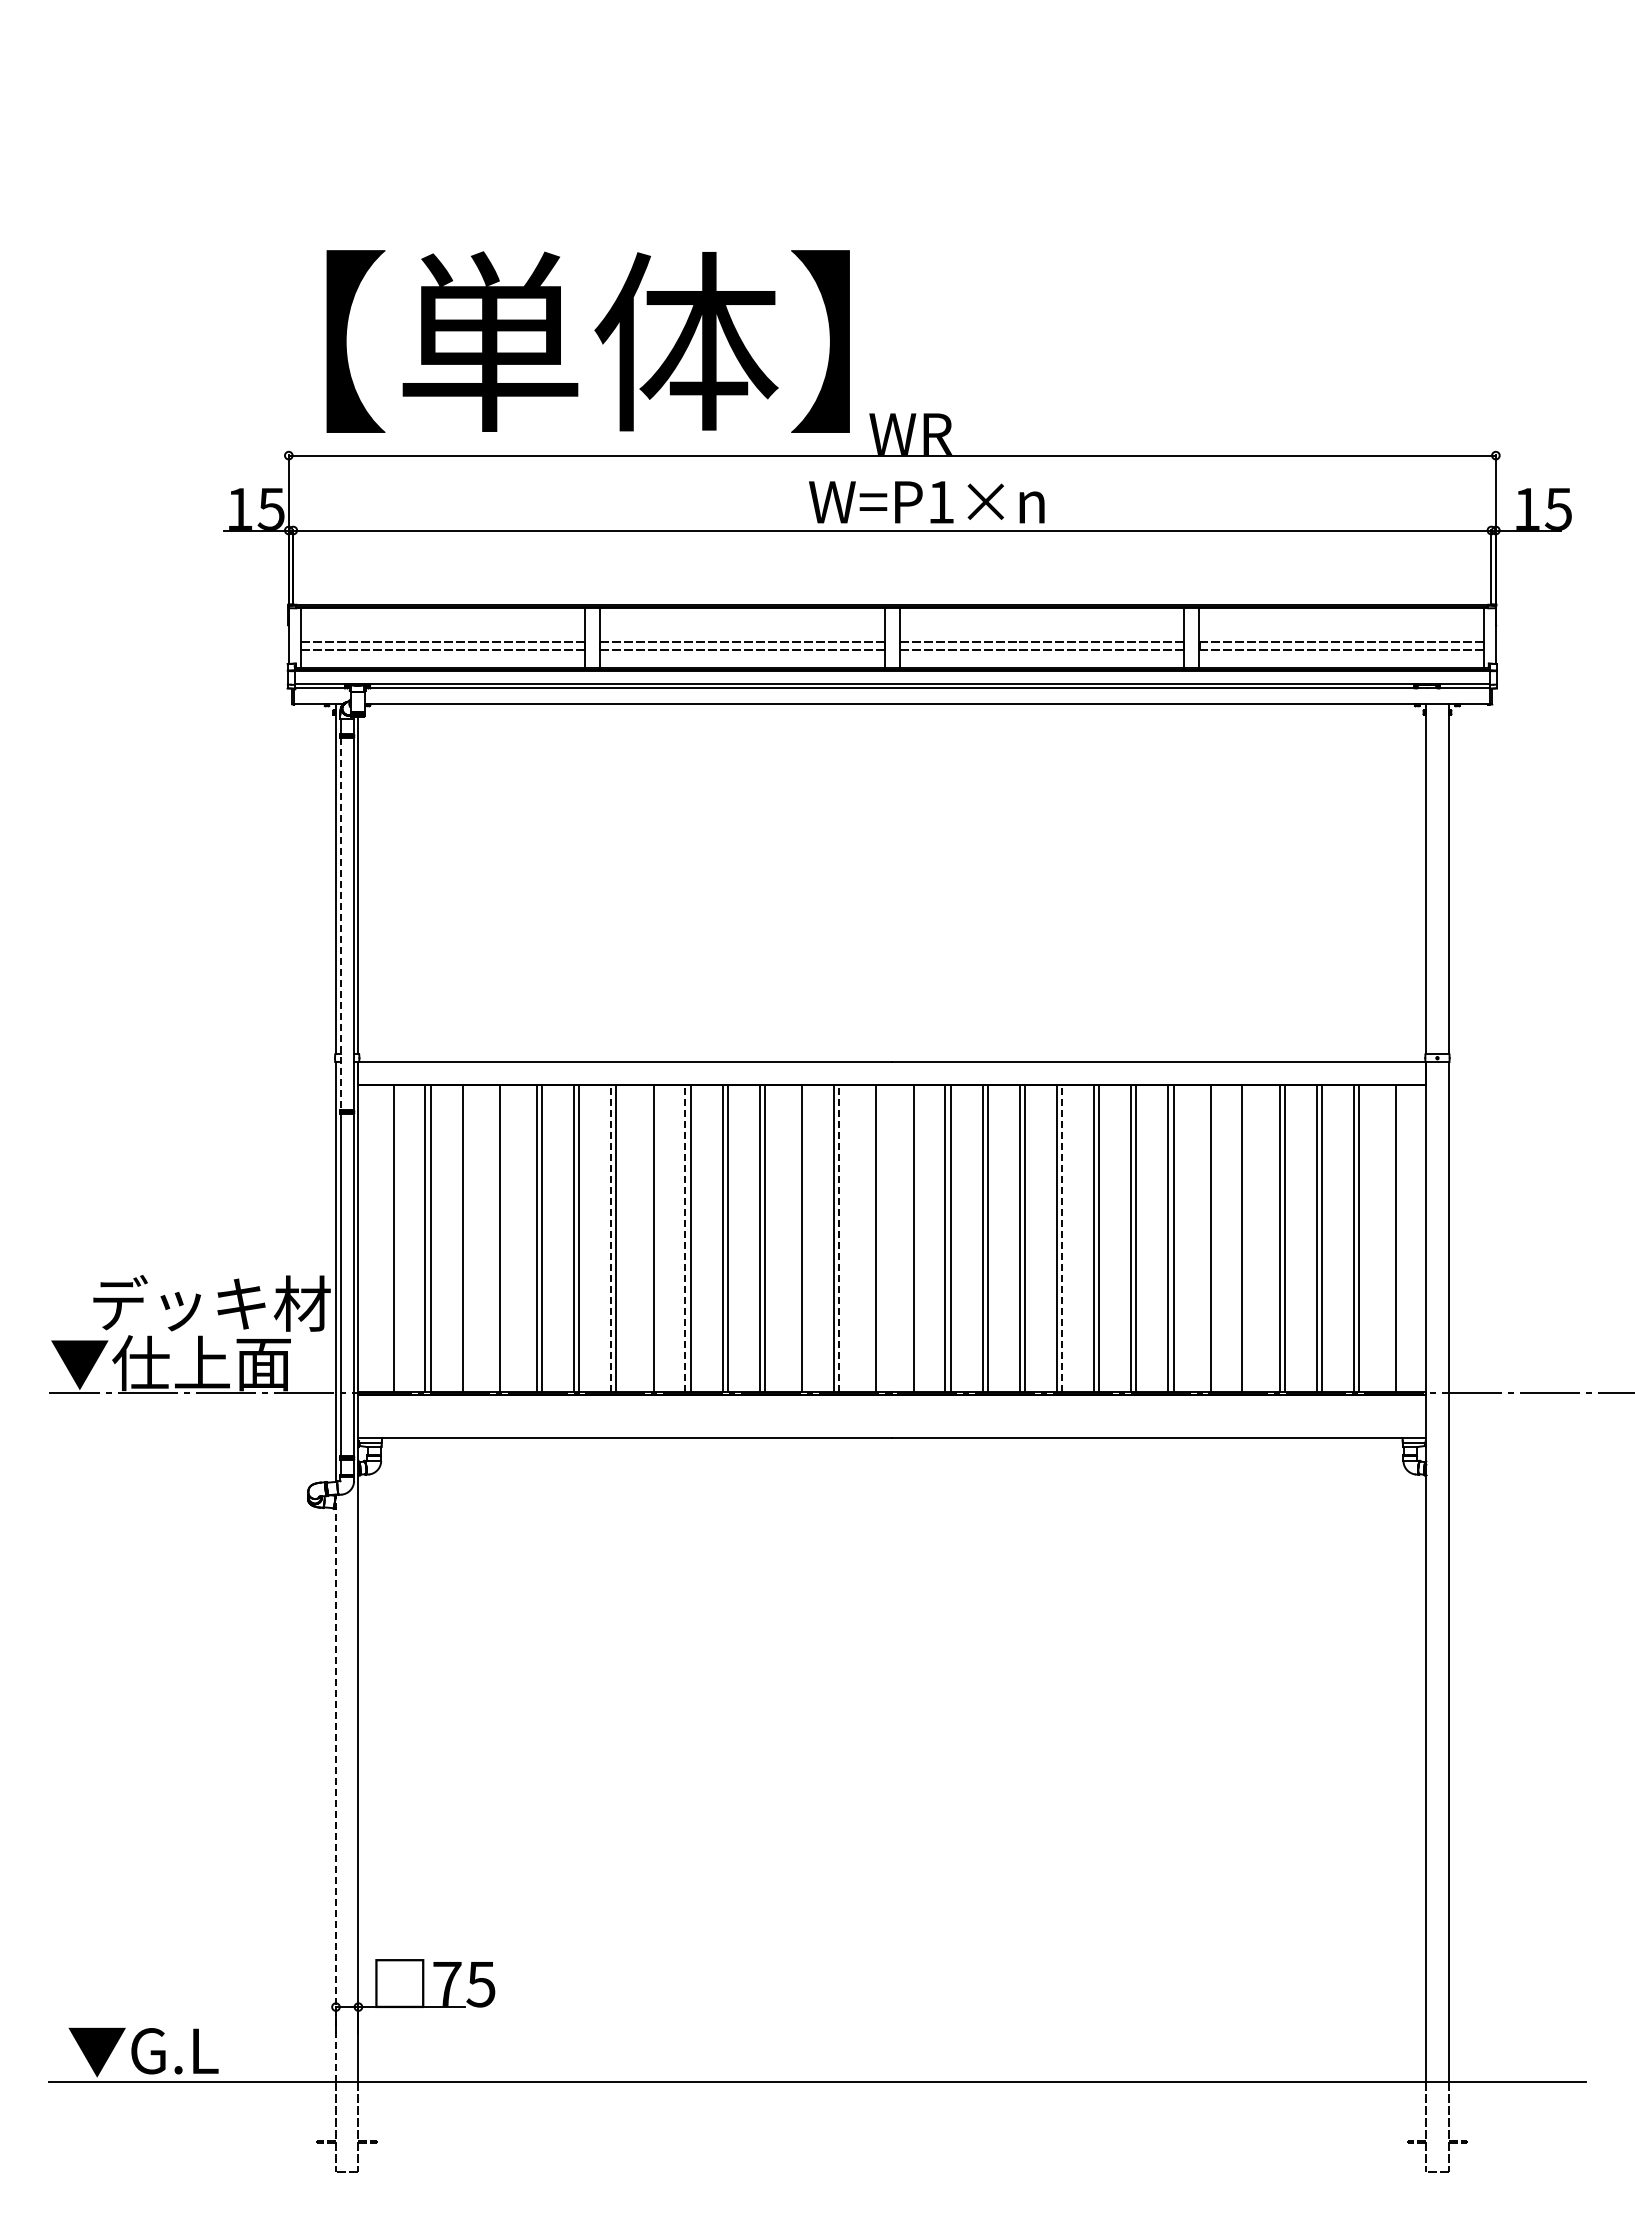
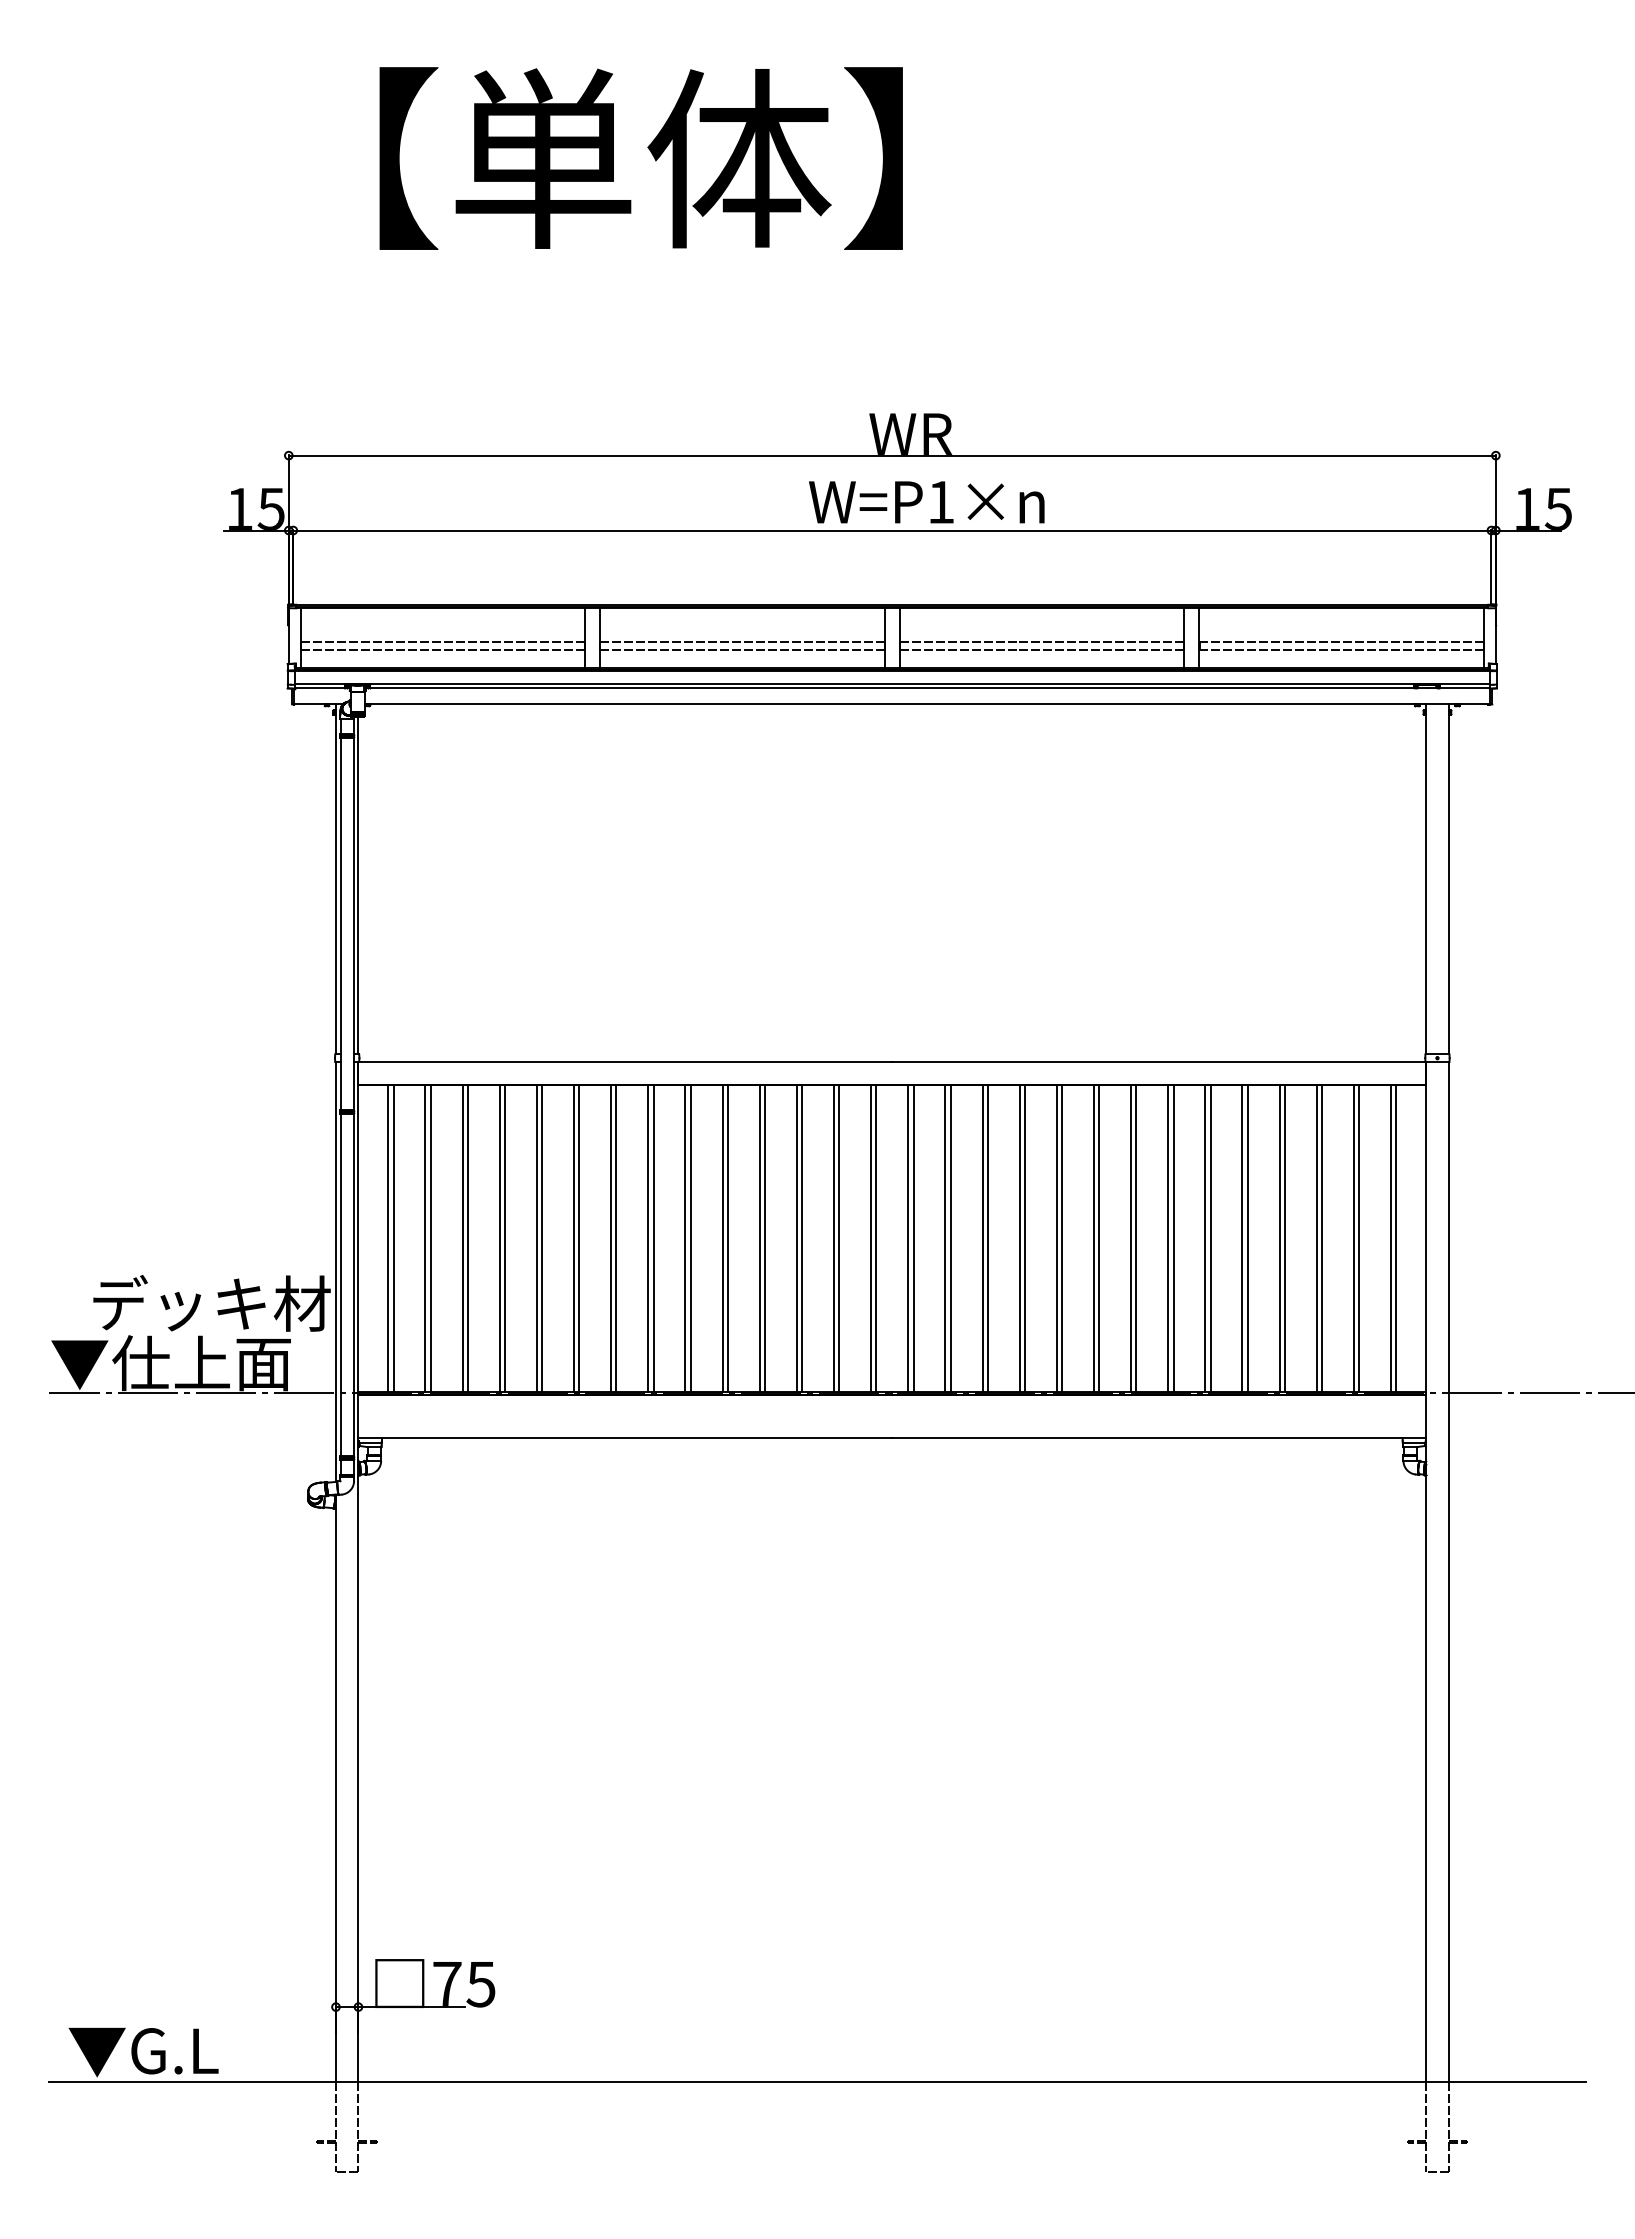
text at (587, 341) position: (587, 341) -> (640, 158)
line at (340, 924): dashed -> solid
line at (388, 1238): none -> present
line at (467, 1238): none -> present
line at (505, 1238): none -> present
line at (611, 1238): dashed -> solid
line at (648, 1238): none -> present
line at (685, 1238): dashed -> solid
line at (796, 1238): none -> present
line at (839, 1238): dashed -> solid
line at (871, 1238): none -> present
line at (908, 1238): none -> present
line at (1062, 1238): dashed -> solid
line at (1205, 1238): none -> present
line at (1247, 1238): none -> present
line at (1391, 1238): none -> present
line at (335, 1788): dashed -> solid
